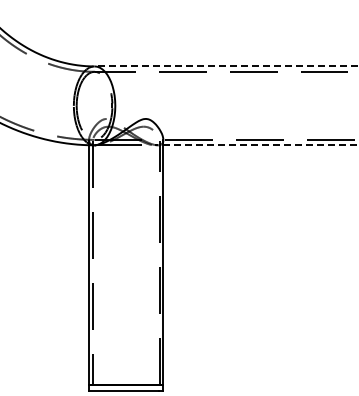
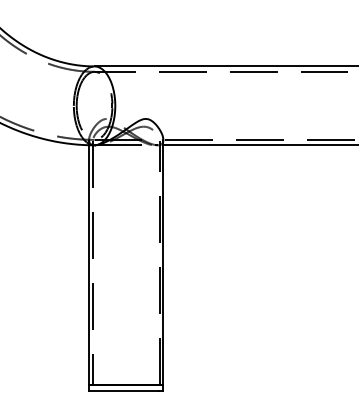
line at (226, 66): dashed -> solid
line at (261, 145): dashed -> solid
